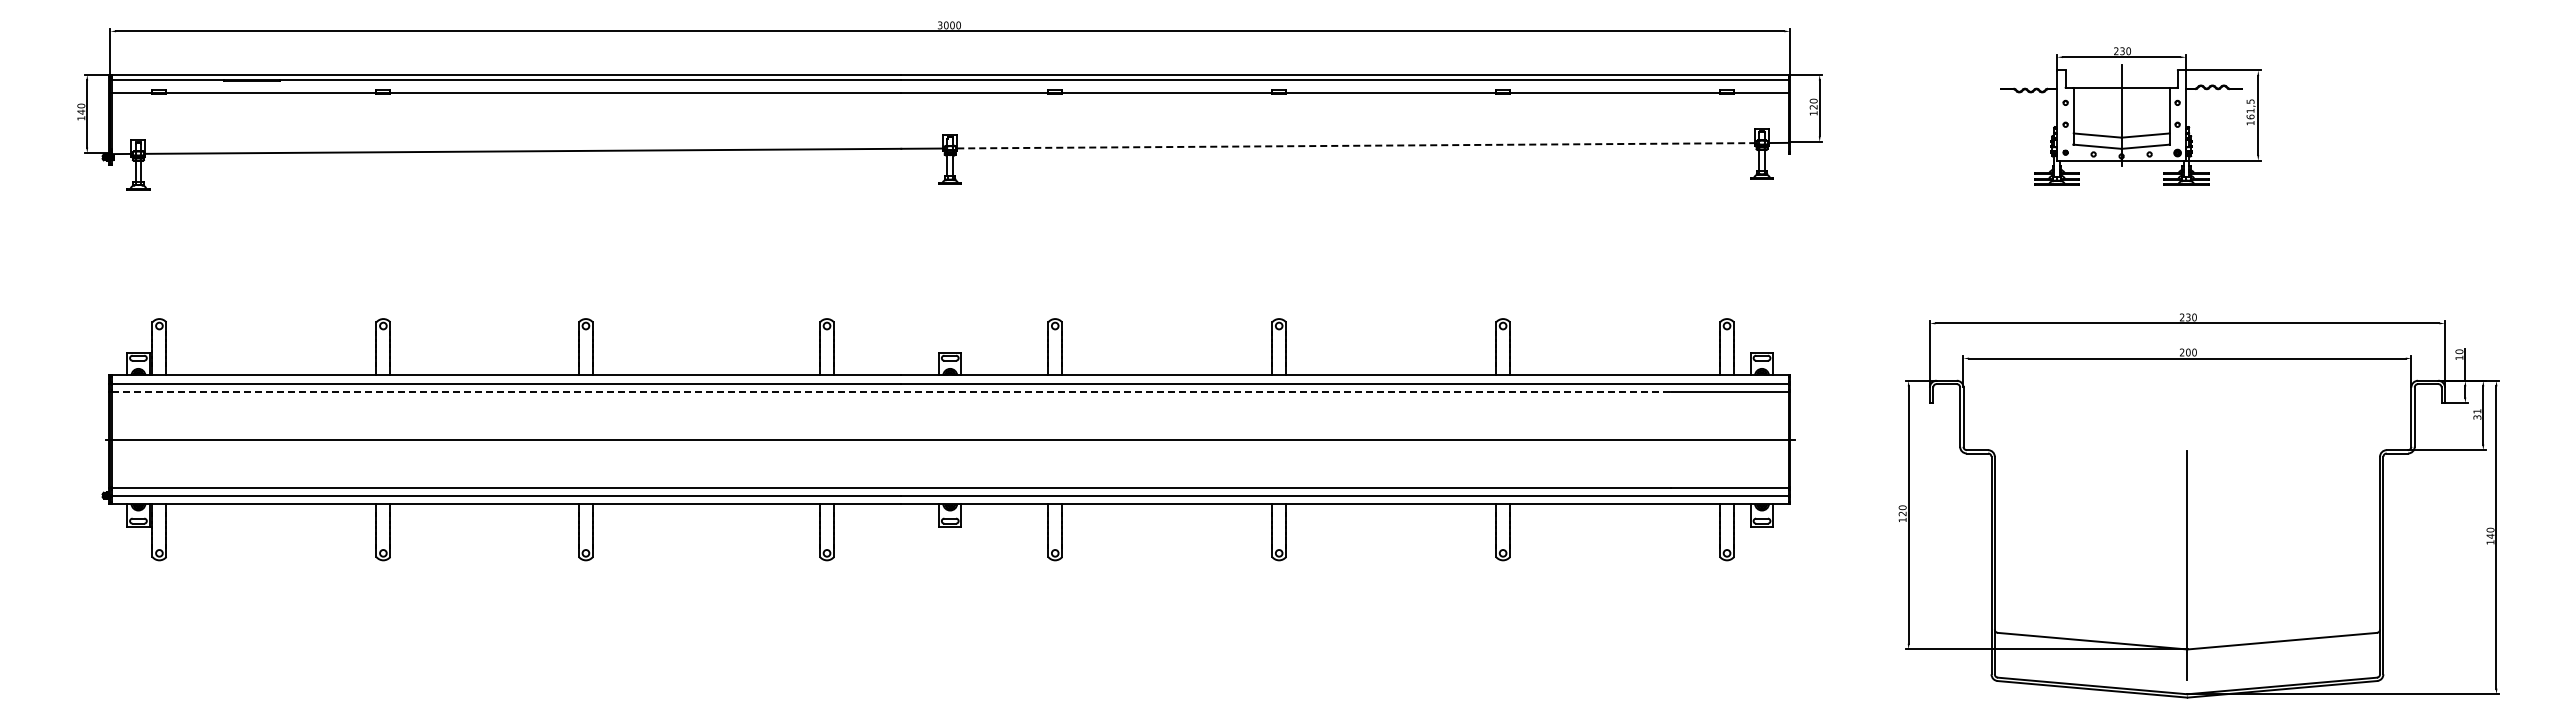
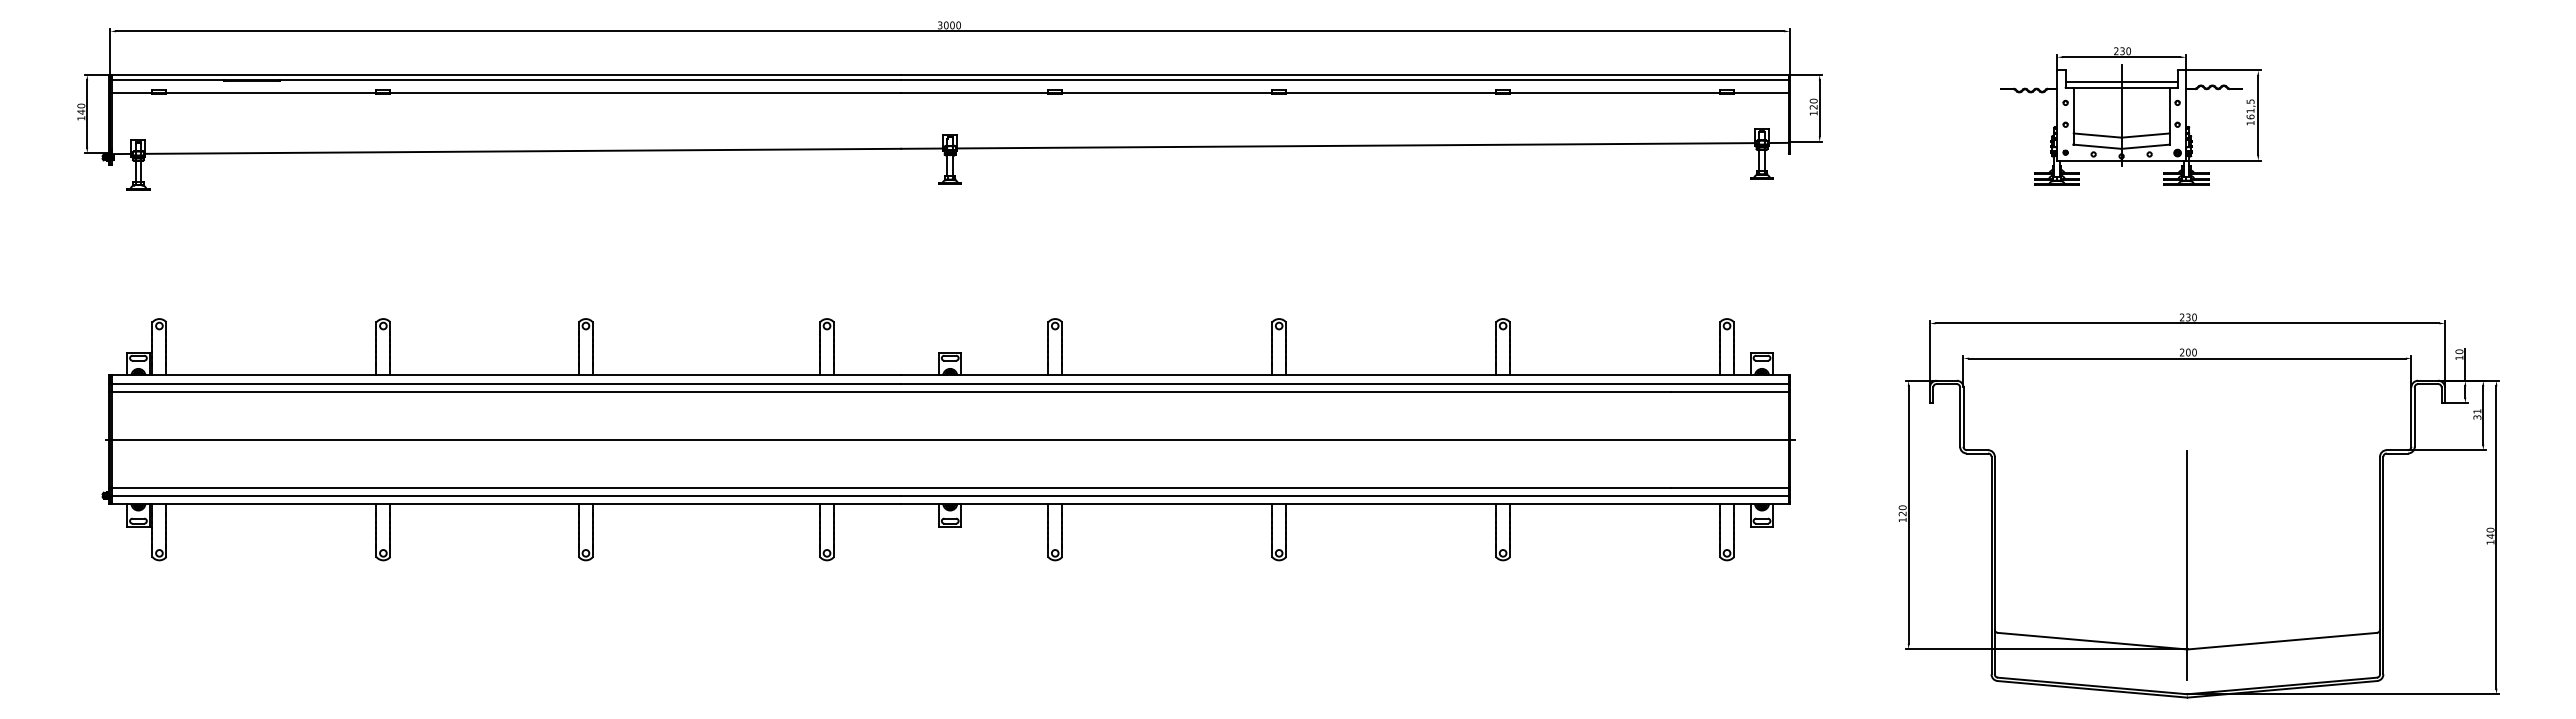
line at (2121, 82): none -> present
line at (1356, 145): dashed -> solid
line at (891, 391): dashed -> solid
